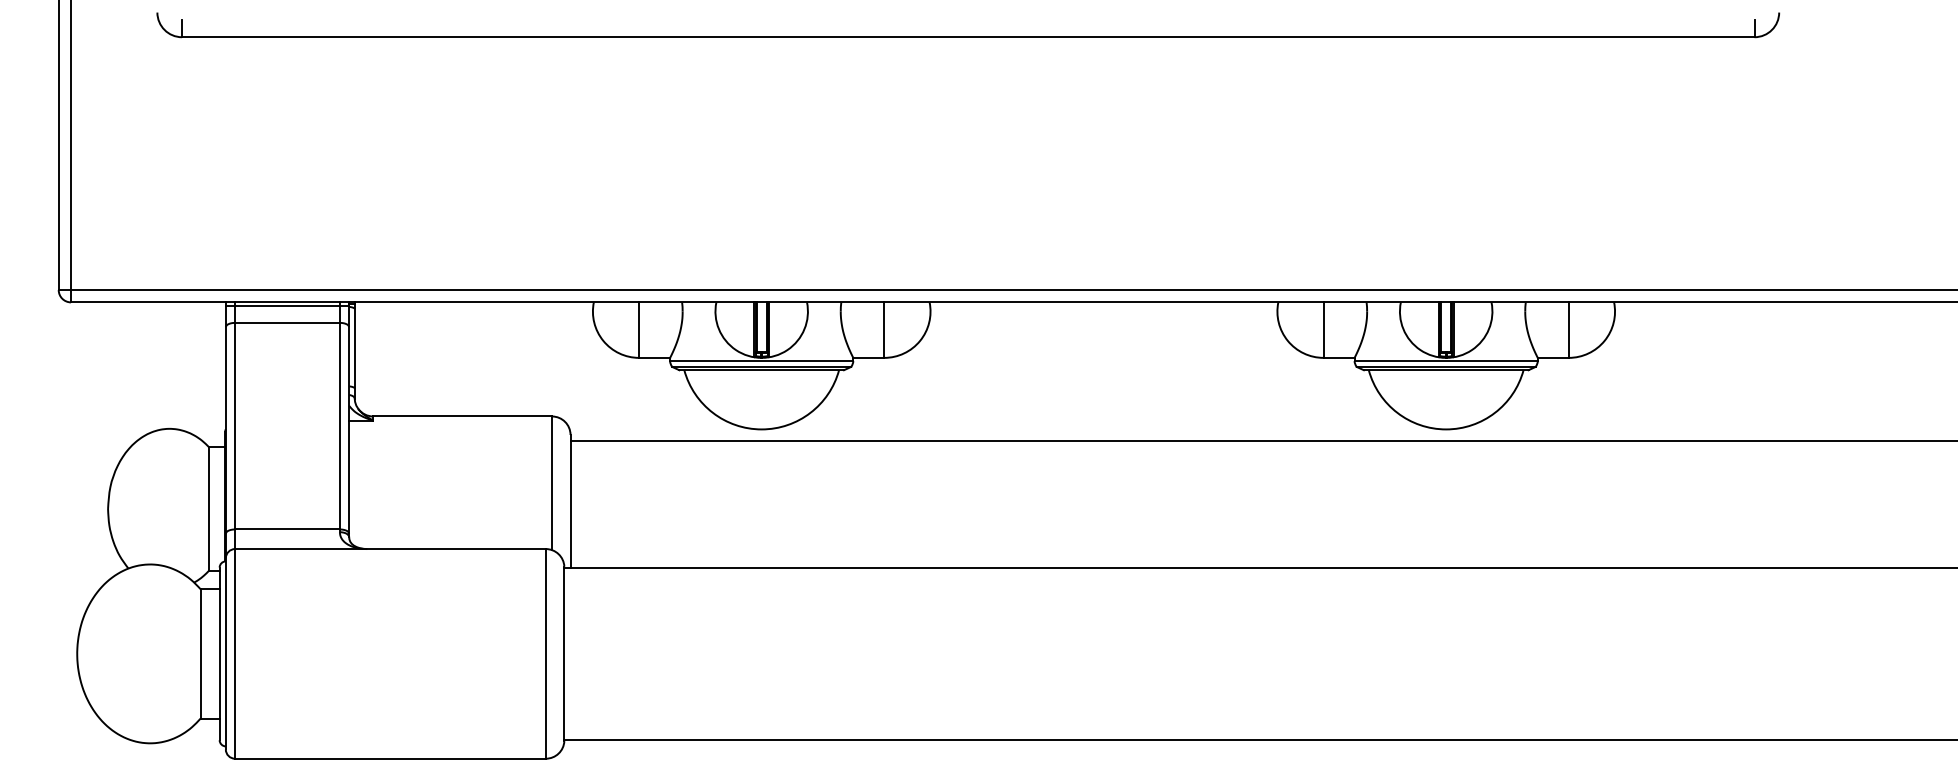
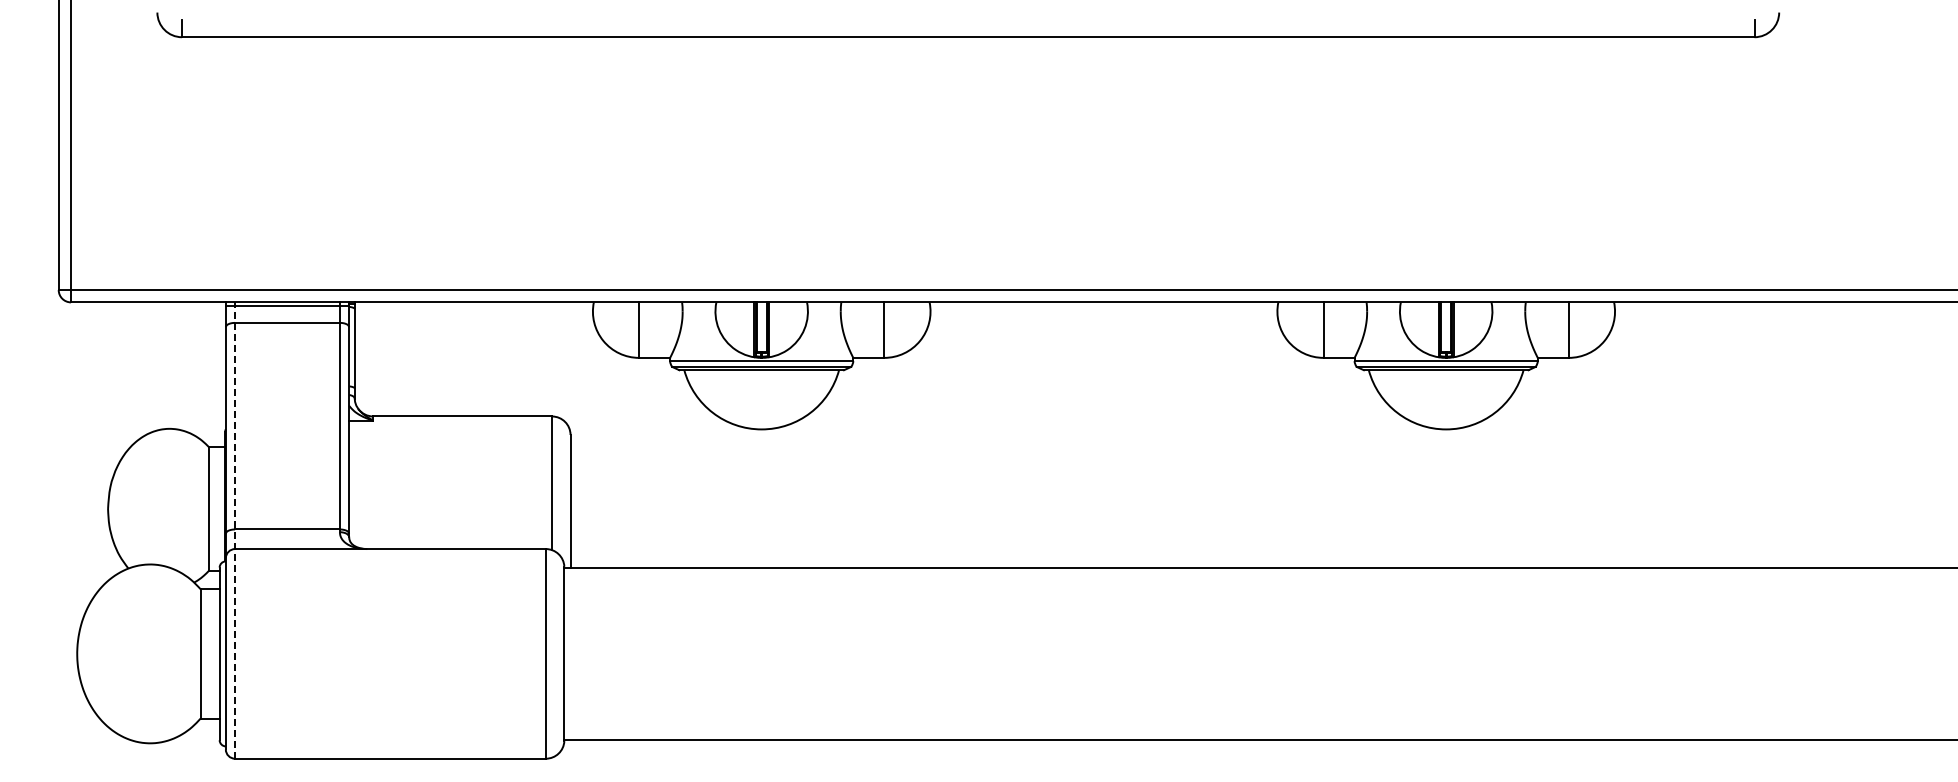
line at (1262, 441): present -> none
line at (235, 530): solid -> dashed
